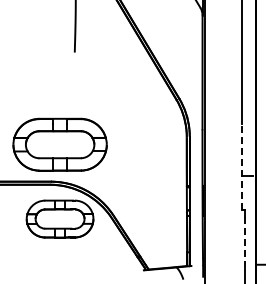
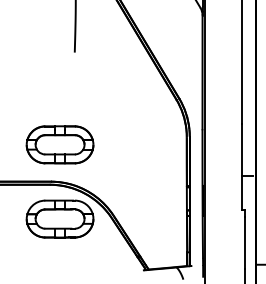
part at (59, 144) size: 96x55 px -> 70x40 px
line at (241, 167): dashed -> solid
line at (245, 243): dashed -> solid
